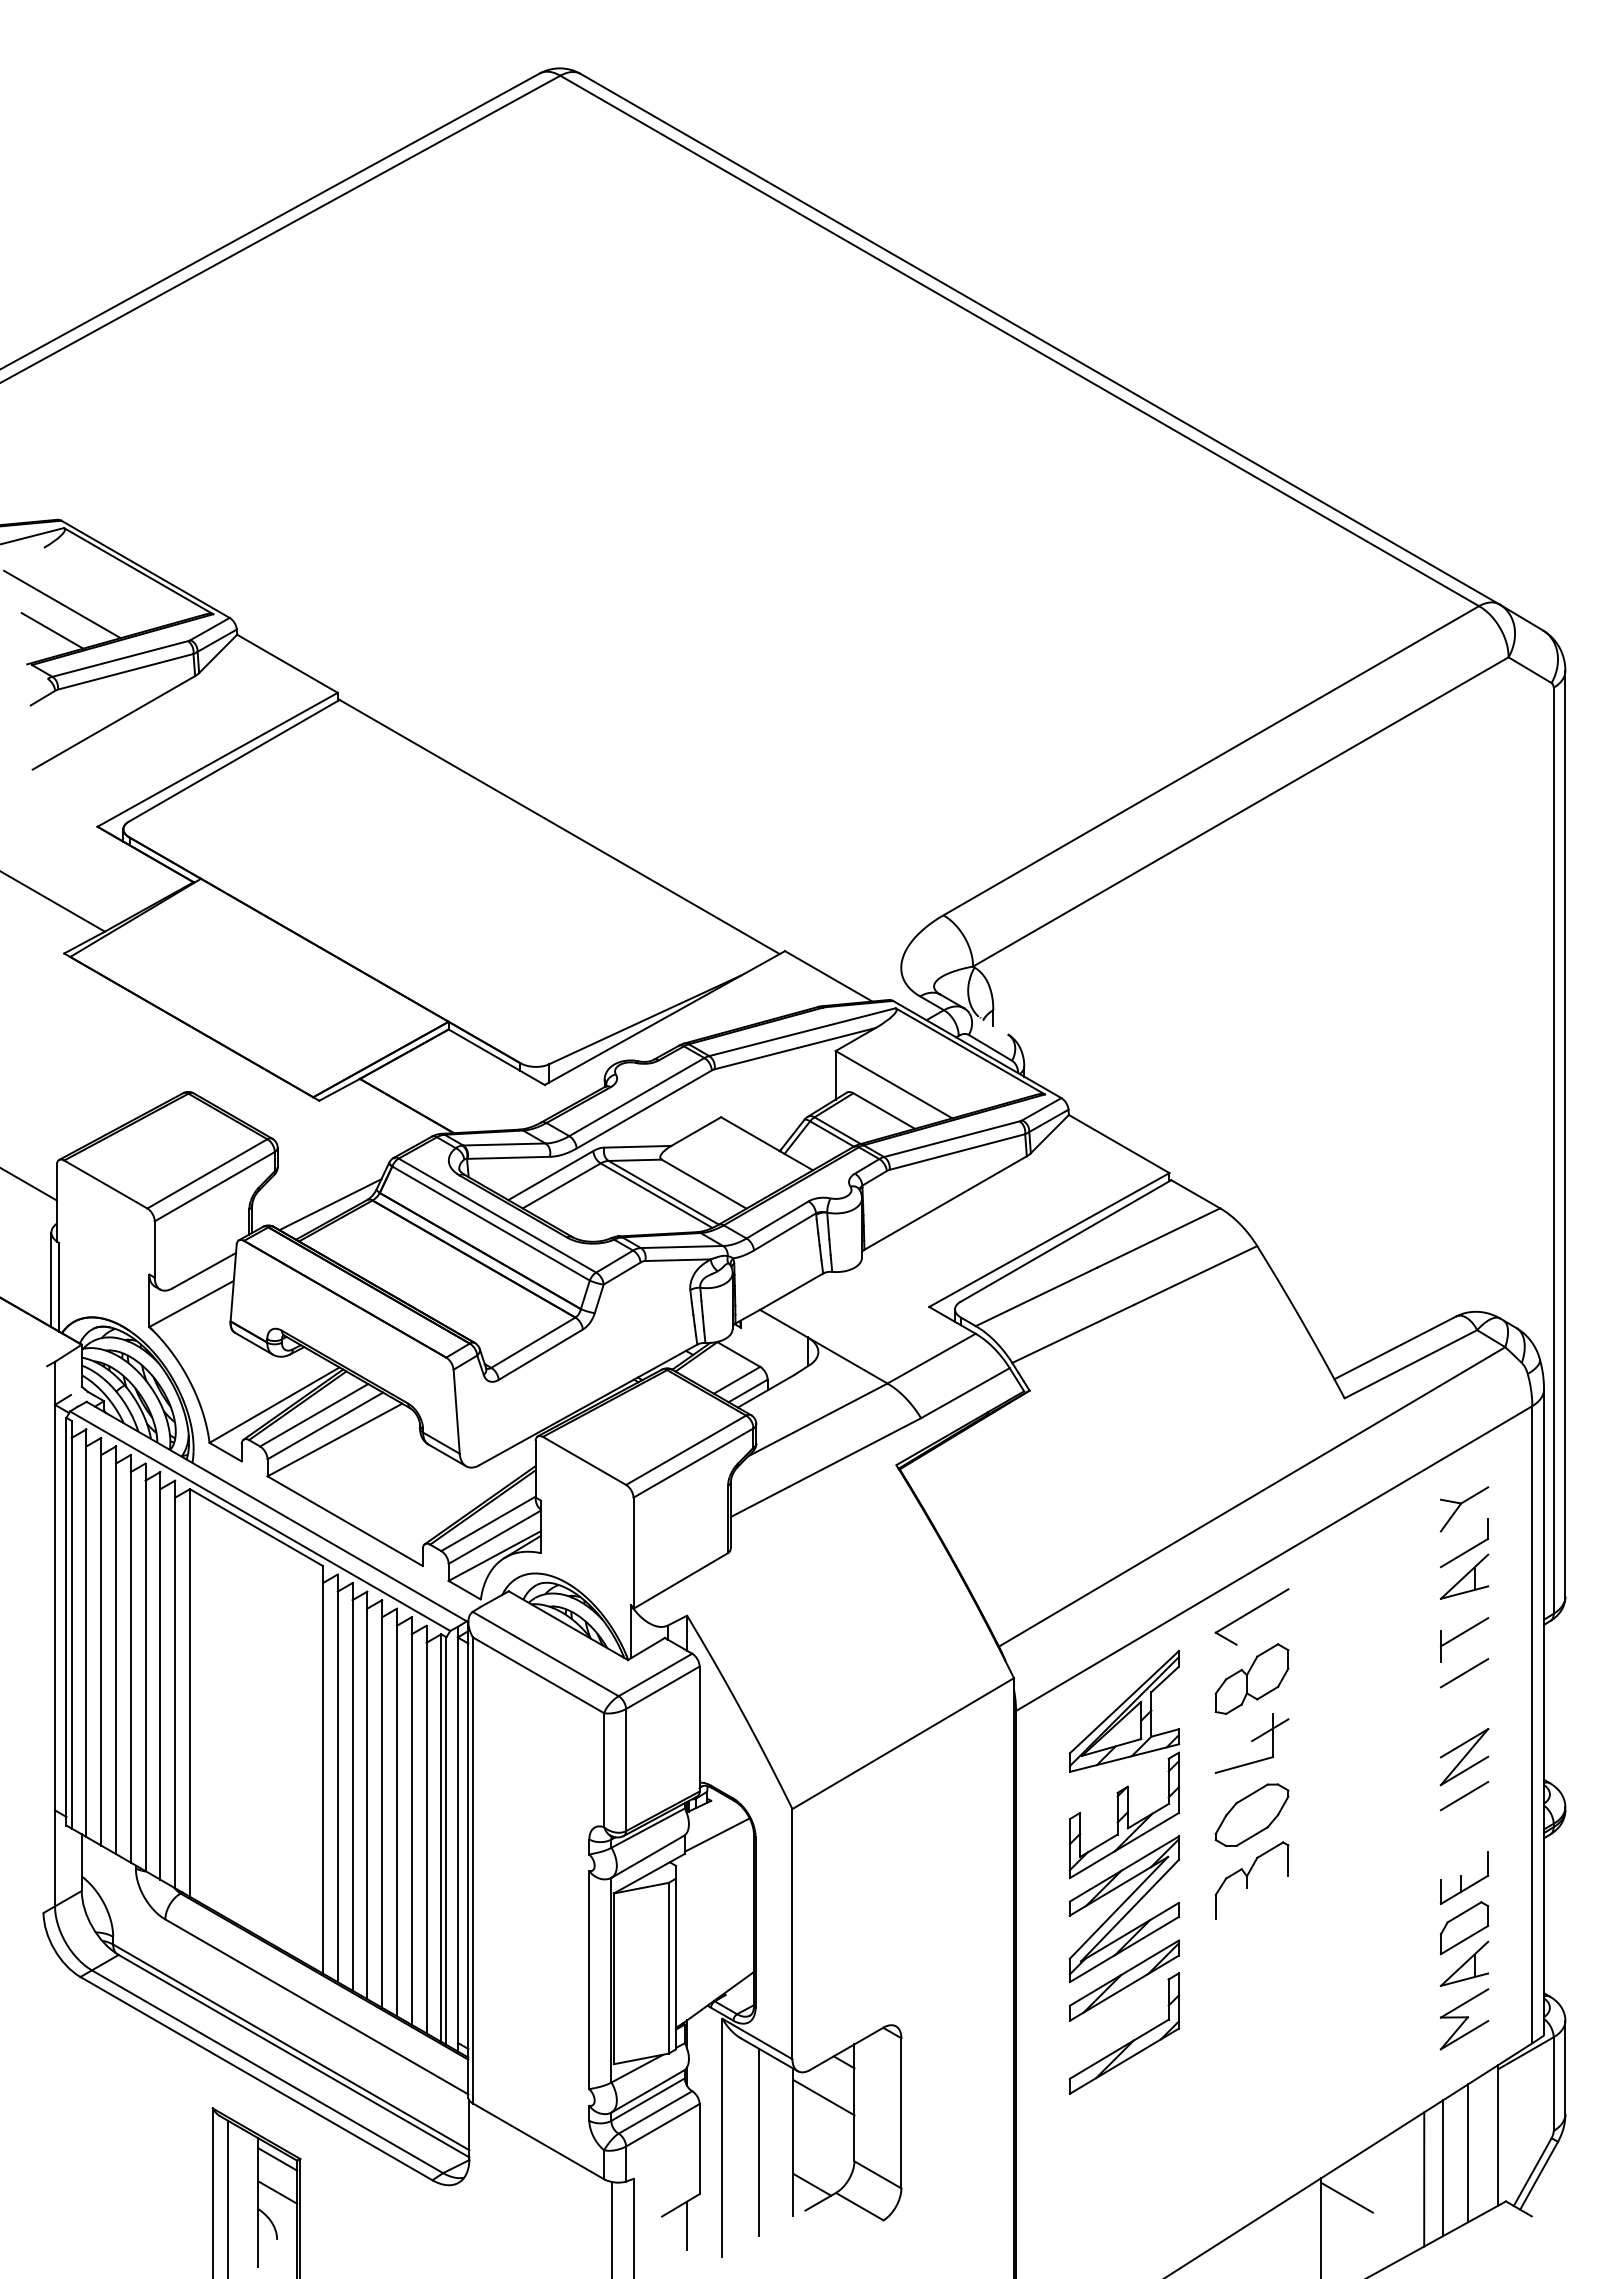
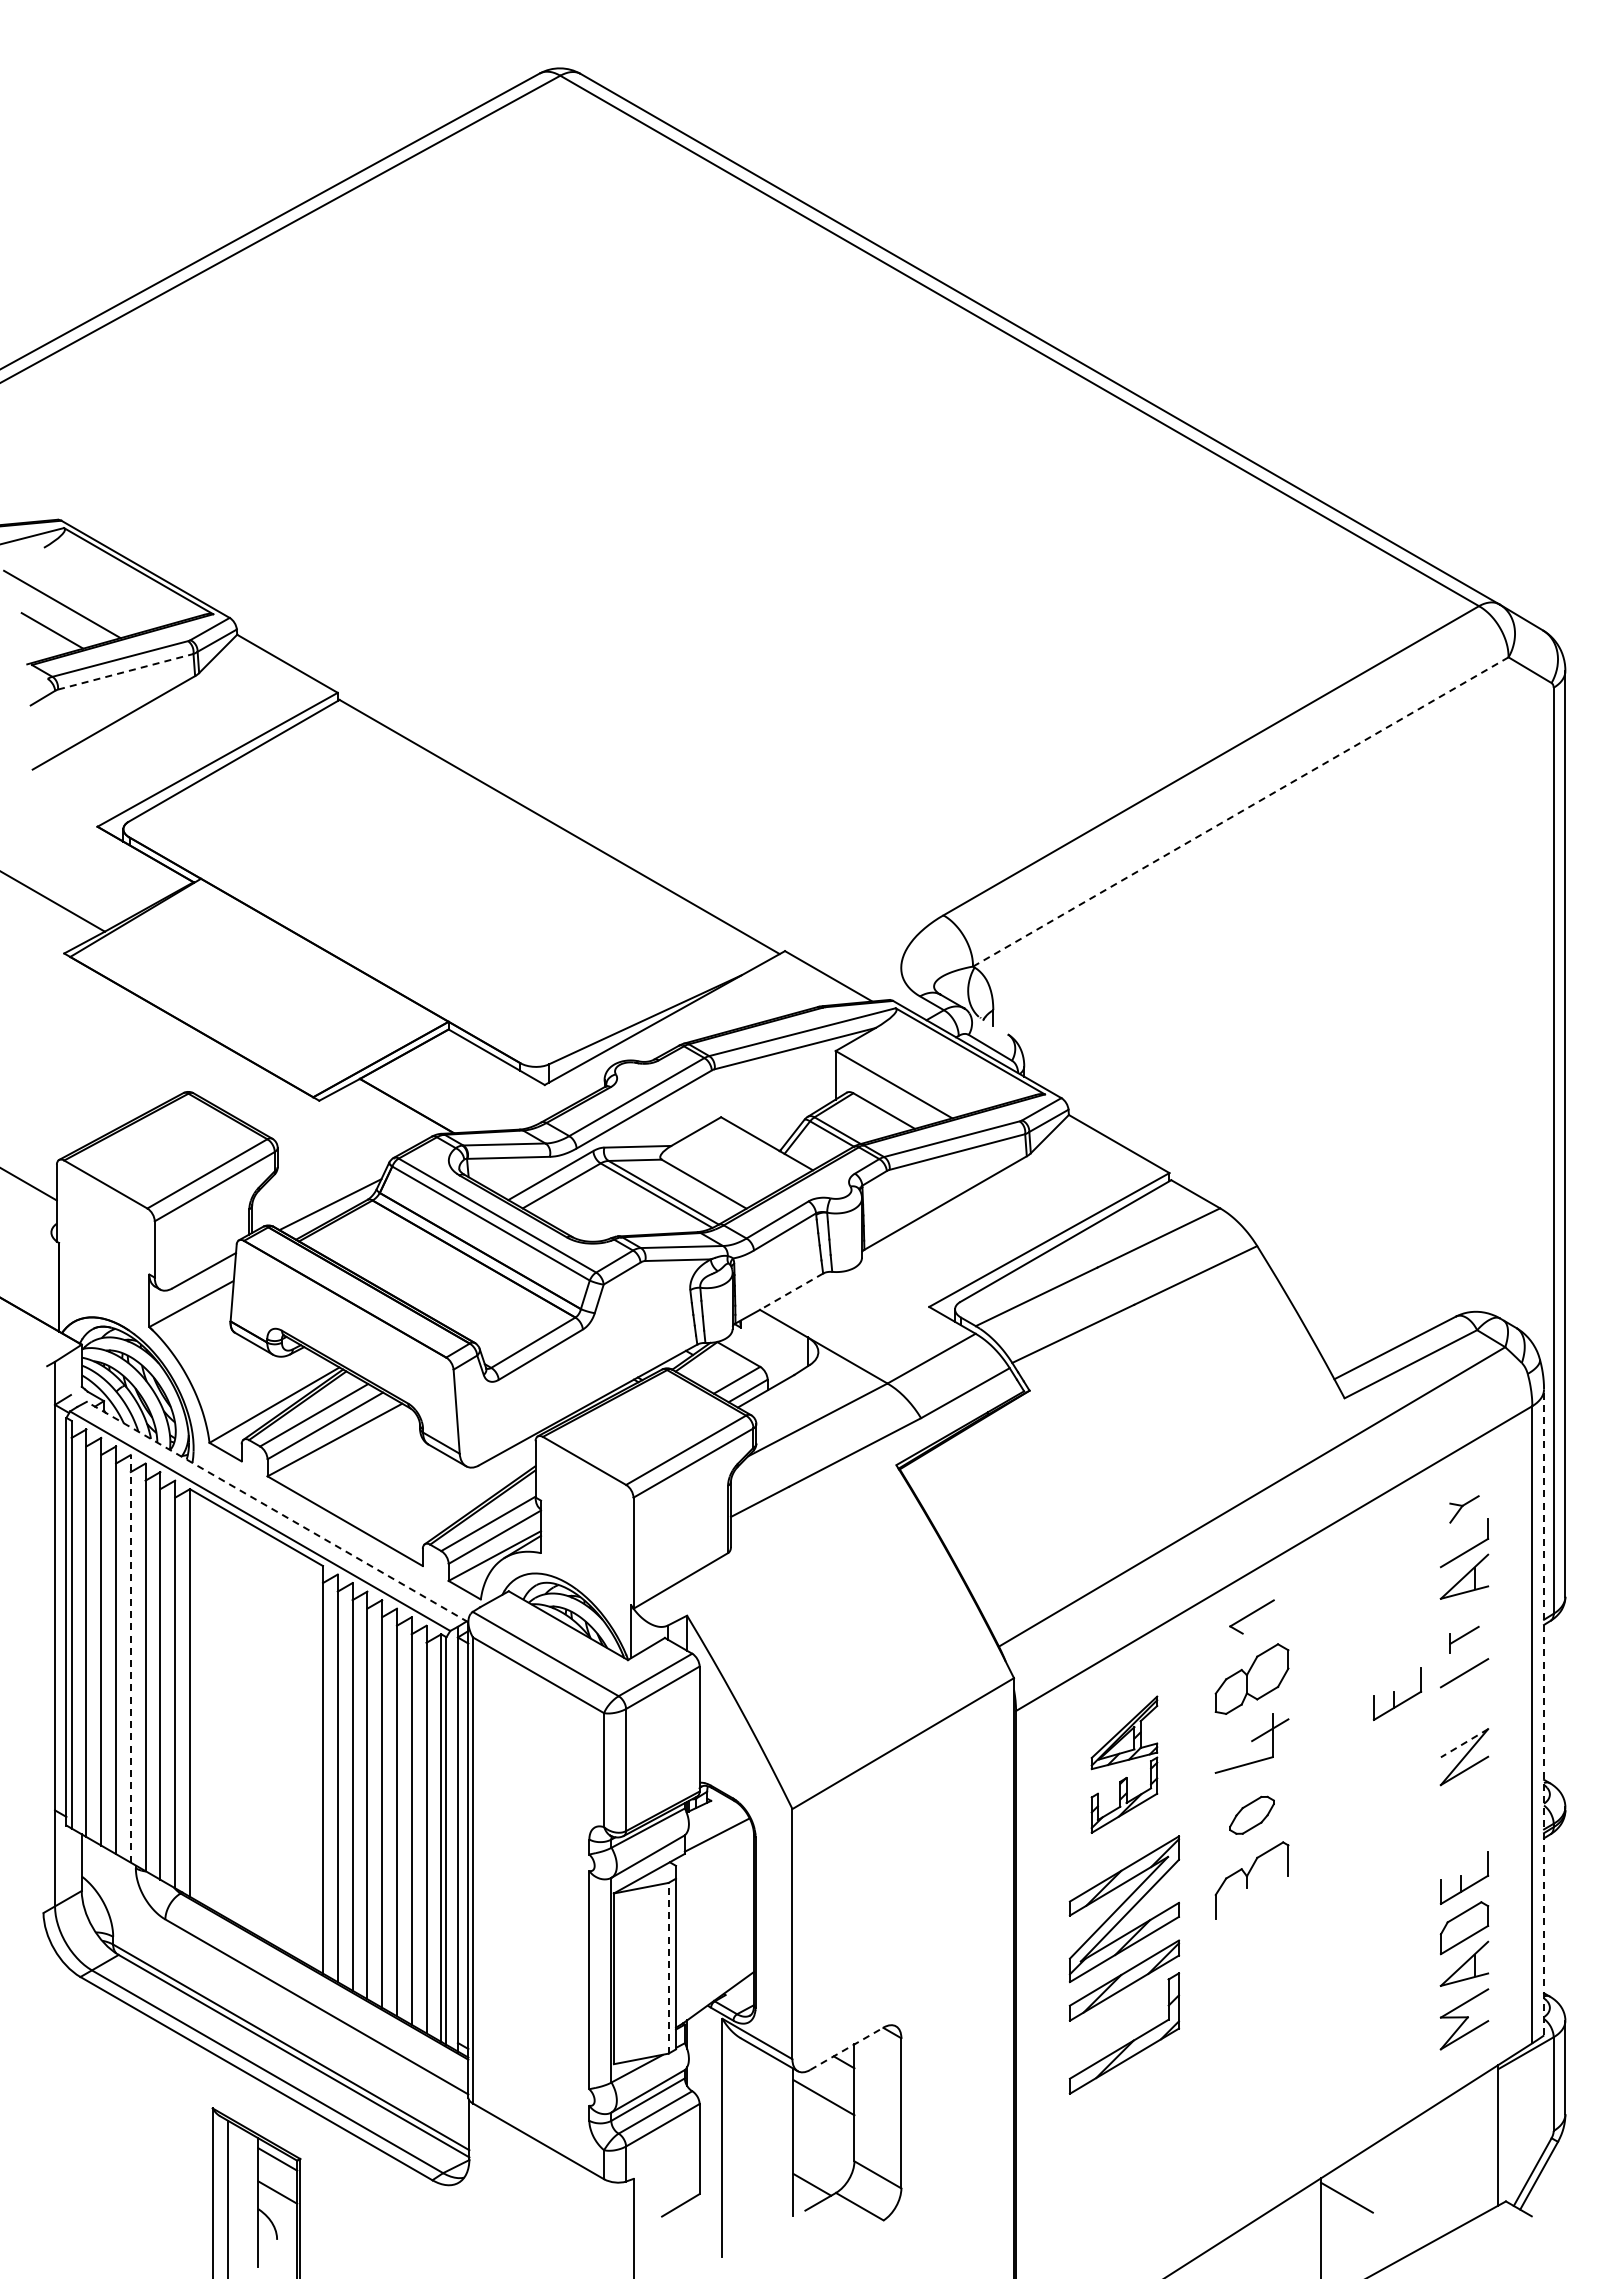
line at (126, 671): solid -> dashed
line at (1240, 812): solid -> dashed
line at (51, 1279): present -> none
line at (791, 1291): solid -> dashed
part at (1464, 1509) size: 51x47 px -> 31x29 px
line at (277, 1511): solid -> dashed
part at (1251, 1616) size: 76x58 px -> 46x36 px
part at (1464, 1639) size: 51x46 px -> 31x29 px
line at (130, 1658): solid -> dashed
part at (1397, 1693): none -> present
line at (1544, 1712): solid -> dashed
line at (1464, 1743): solid -> dashed
part at (1124, 1764) size: 113x230 px -> 69x139 px
line at (1464, 1795): present -> none
part at (1251, 1815) size: 76x65 px -> 46x40 px
line at (668, 1967): solid -> dashed
line at (847, 2048): solid -> dashed
line at (759, 2142): present -> none
line at (1468, 2153): present -> none
line at (1443, 2168): present -> none
line at (1424, 2179): present -> none
line at (687, 2225): present -> none
line at (611, 2228): present -> none
